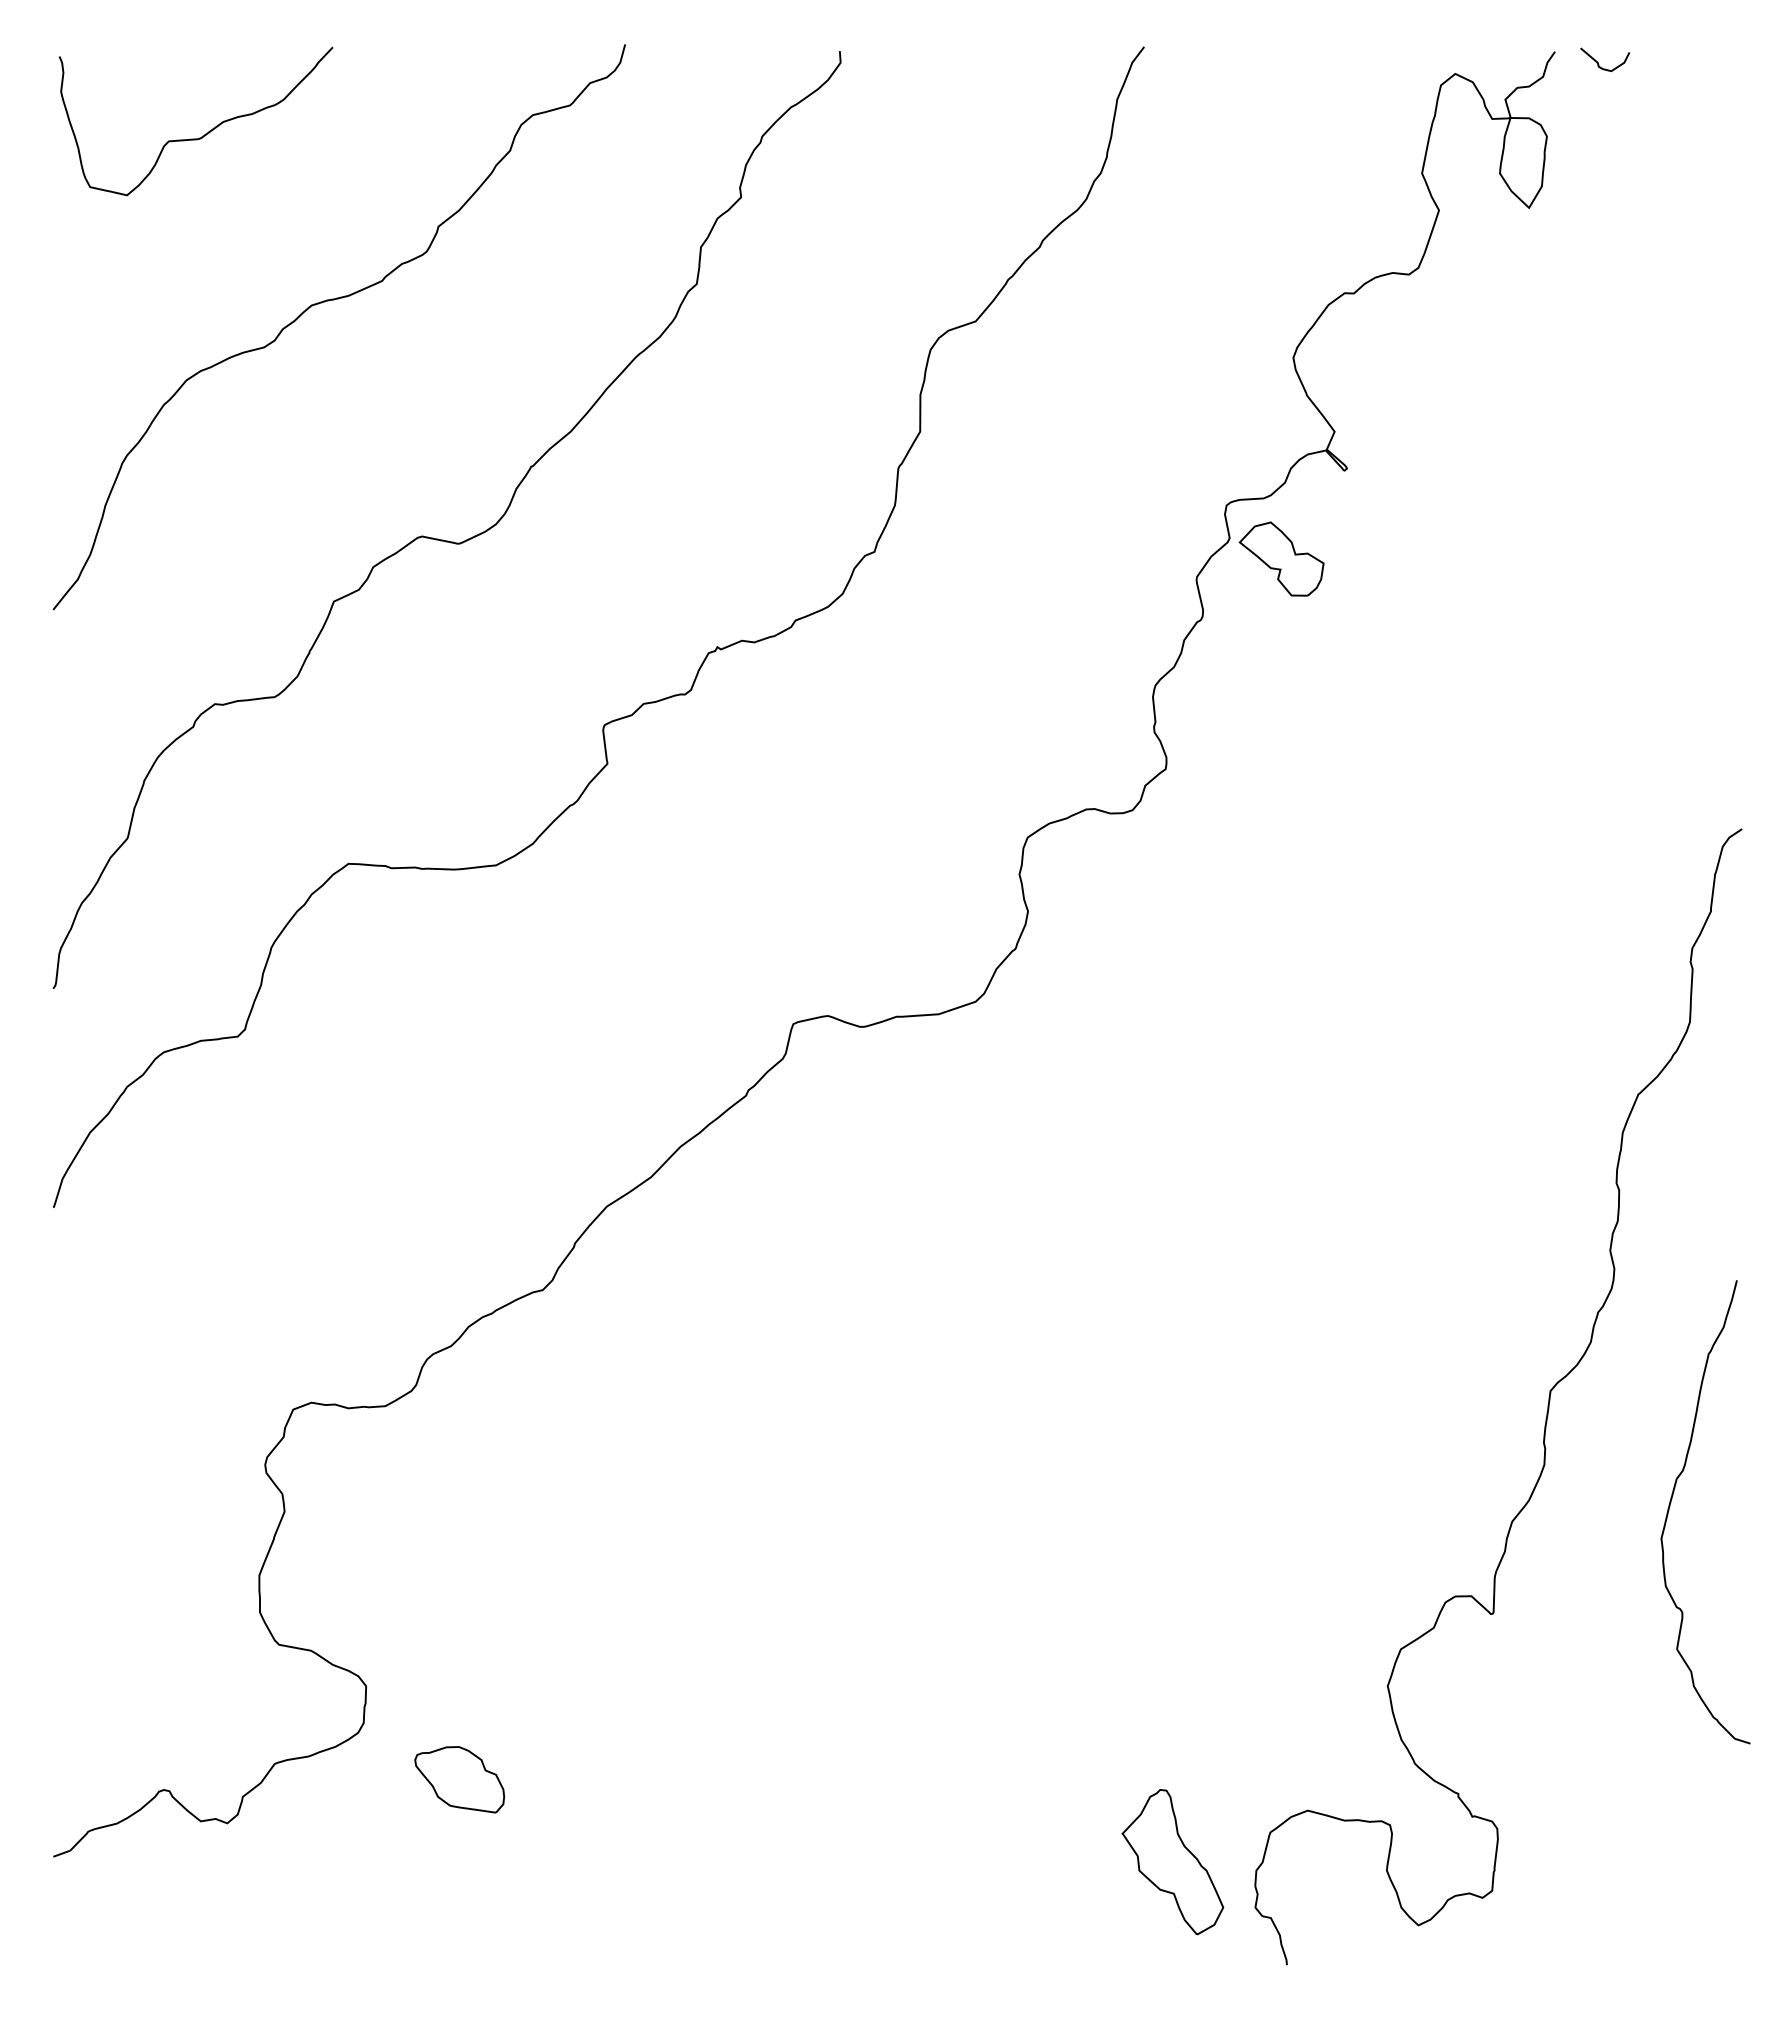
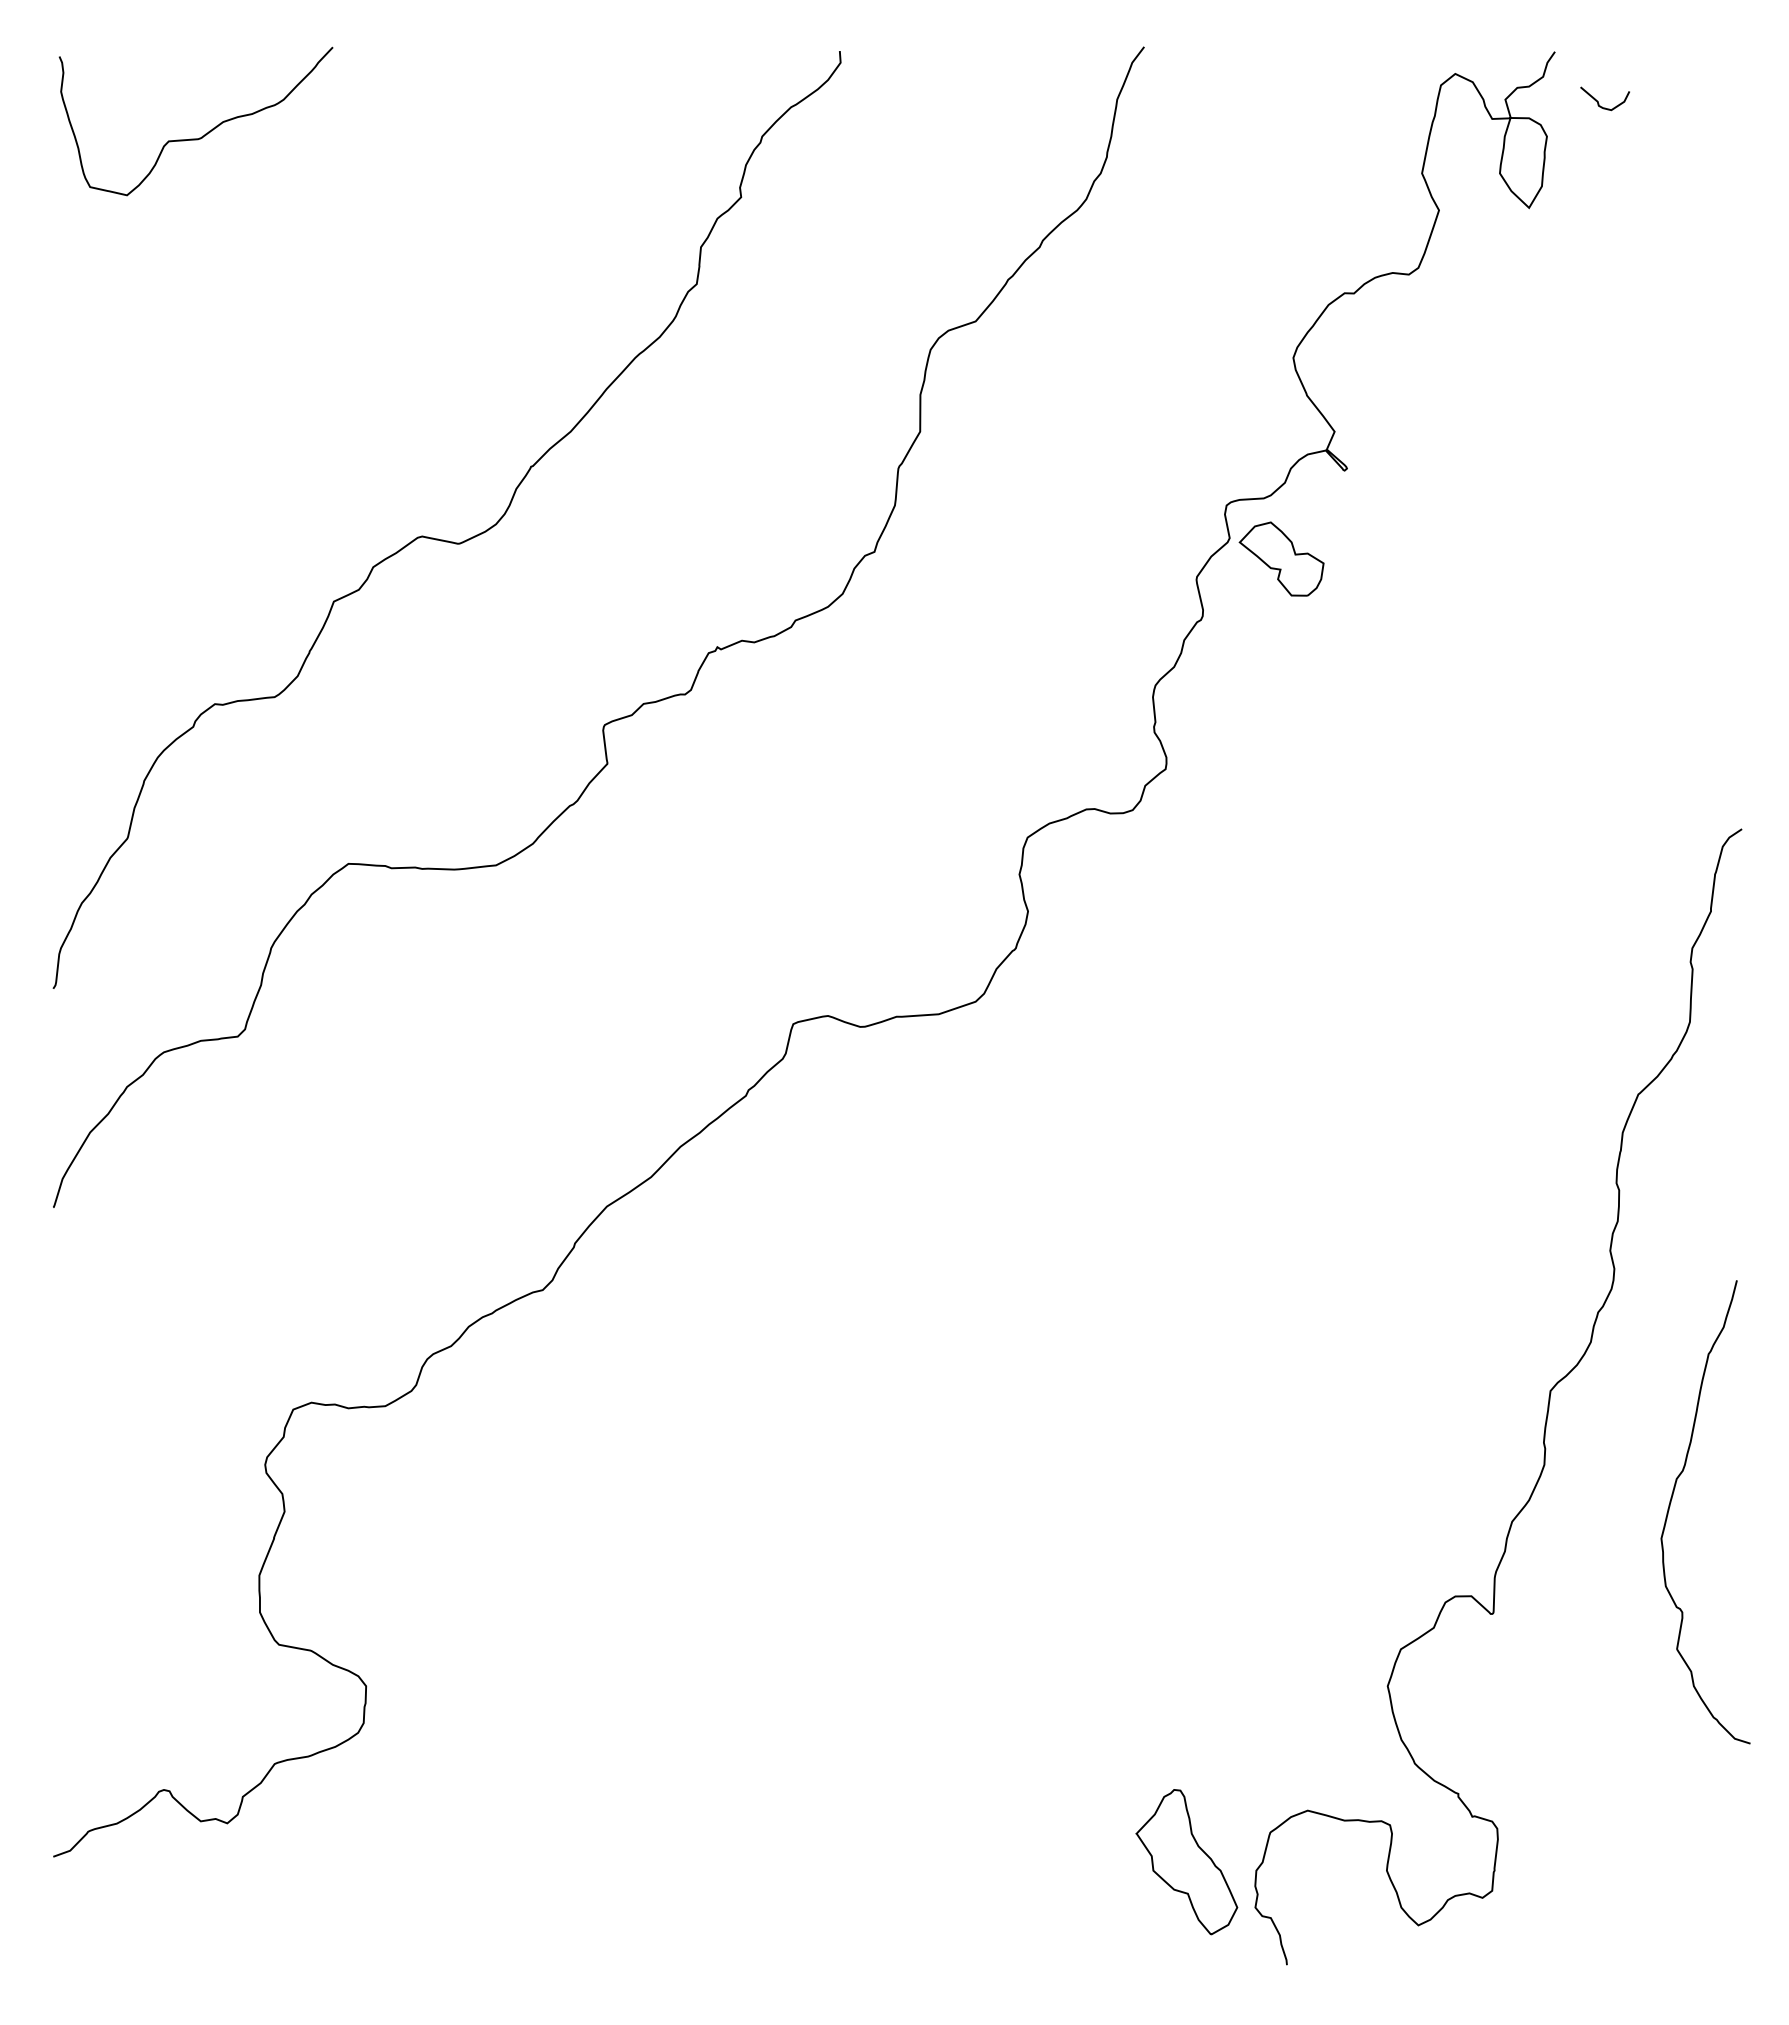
curve at (1598, 62) position: (1598, 62) -> (1598, 101)
curve at (334, 300): present -> none
part at (459, 1779): present -> none
part at (1172, 1862) position: (1172, 1862) -> (1186, 1862)
